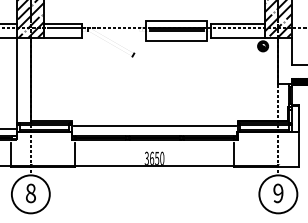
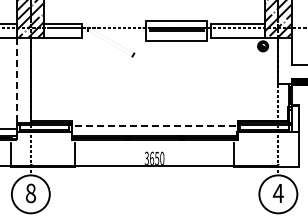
line at (17, 80): solid -> dashed
line at (154, 126): solid -> dashed
text at (277, 193): 9 -> 4
